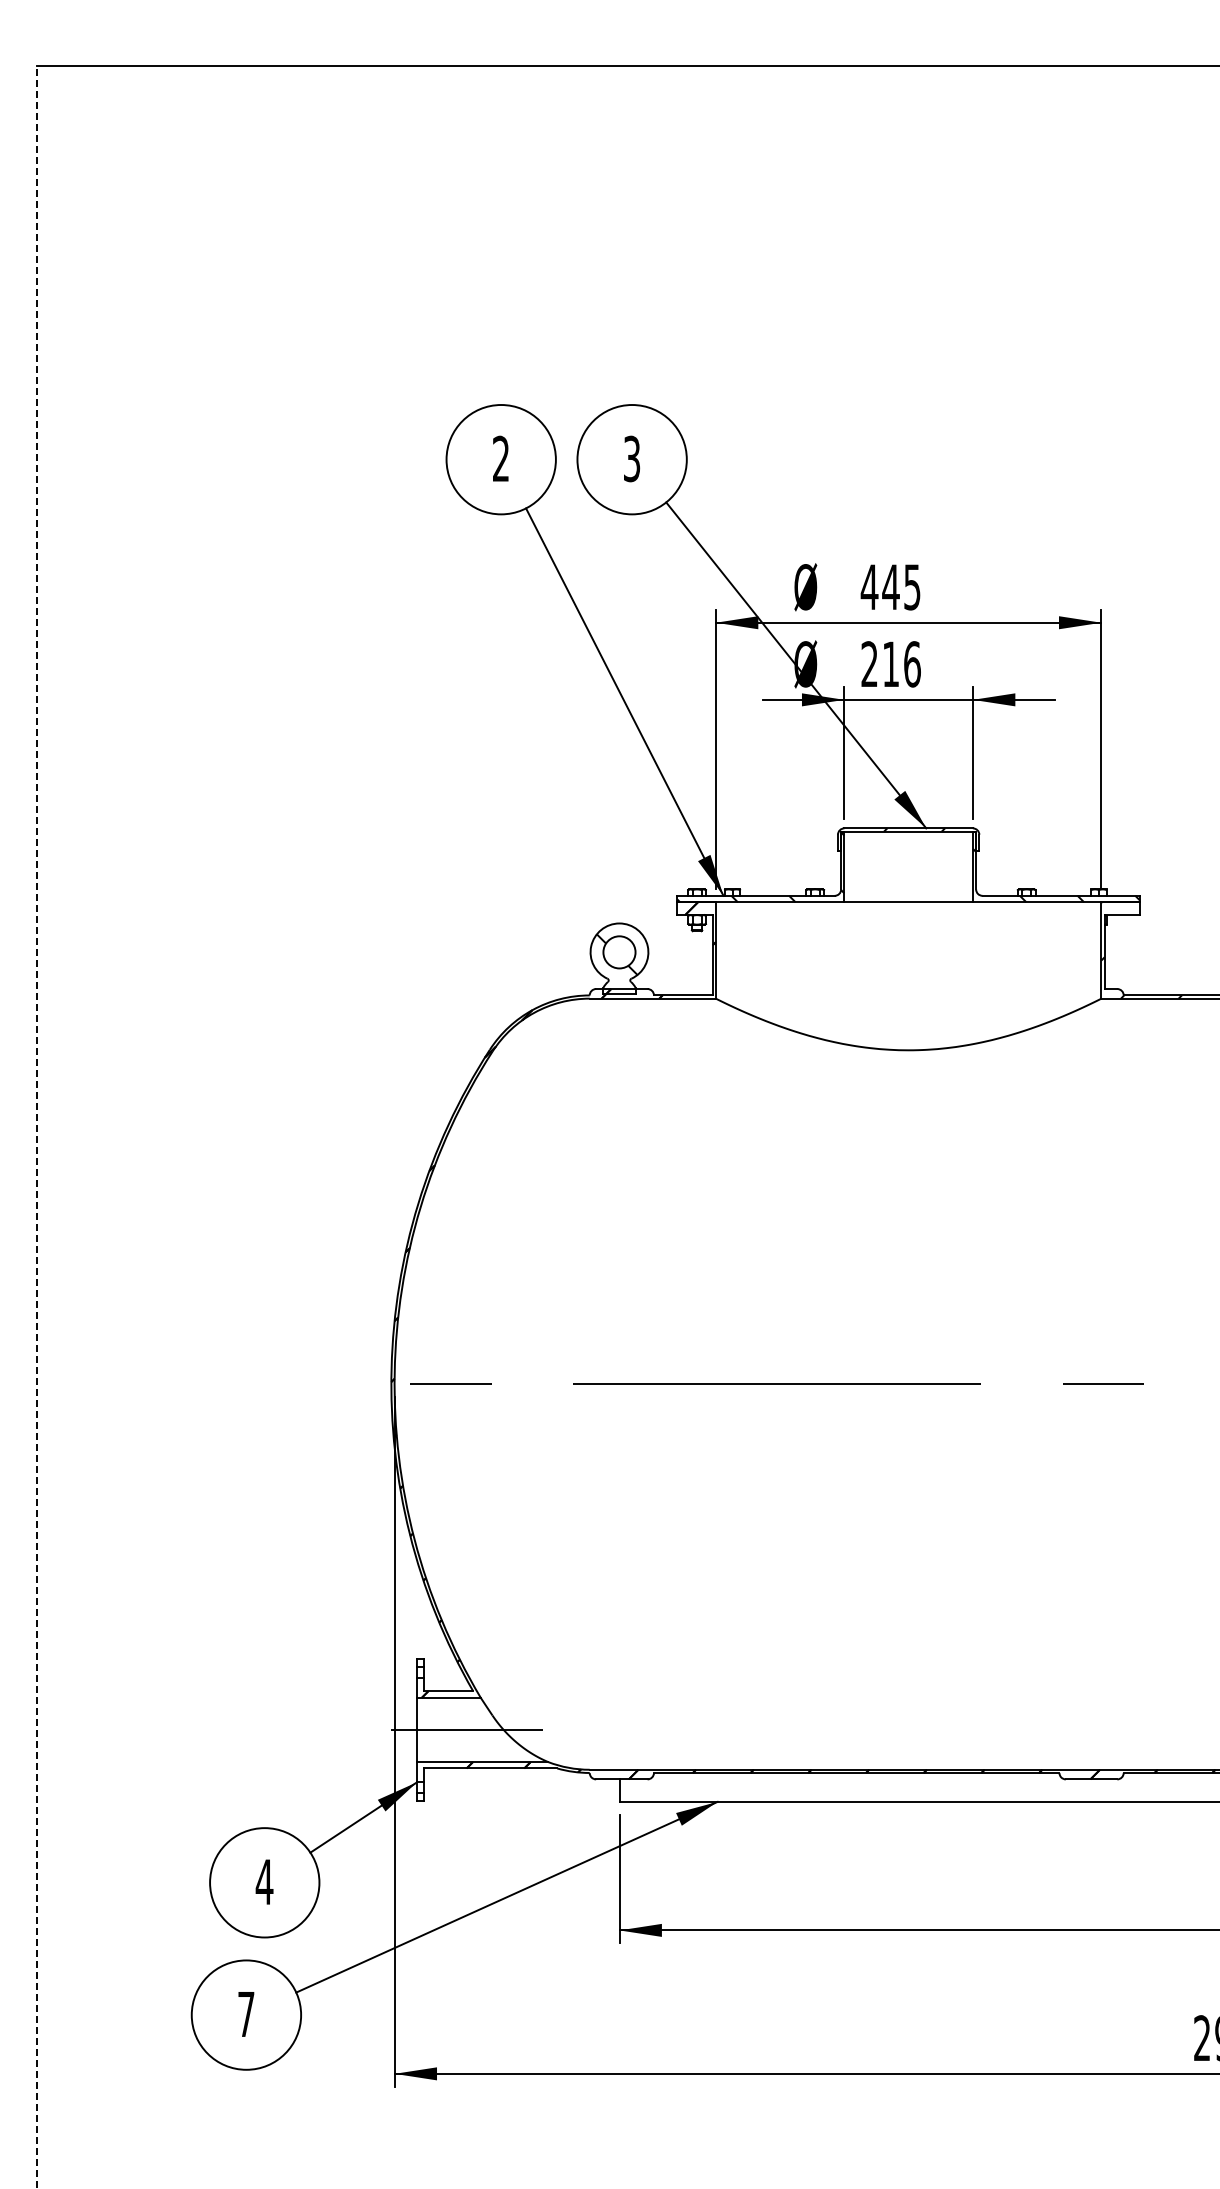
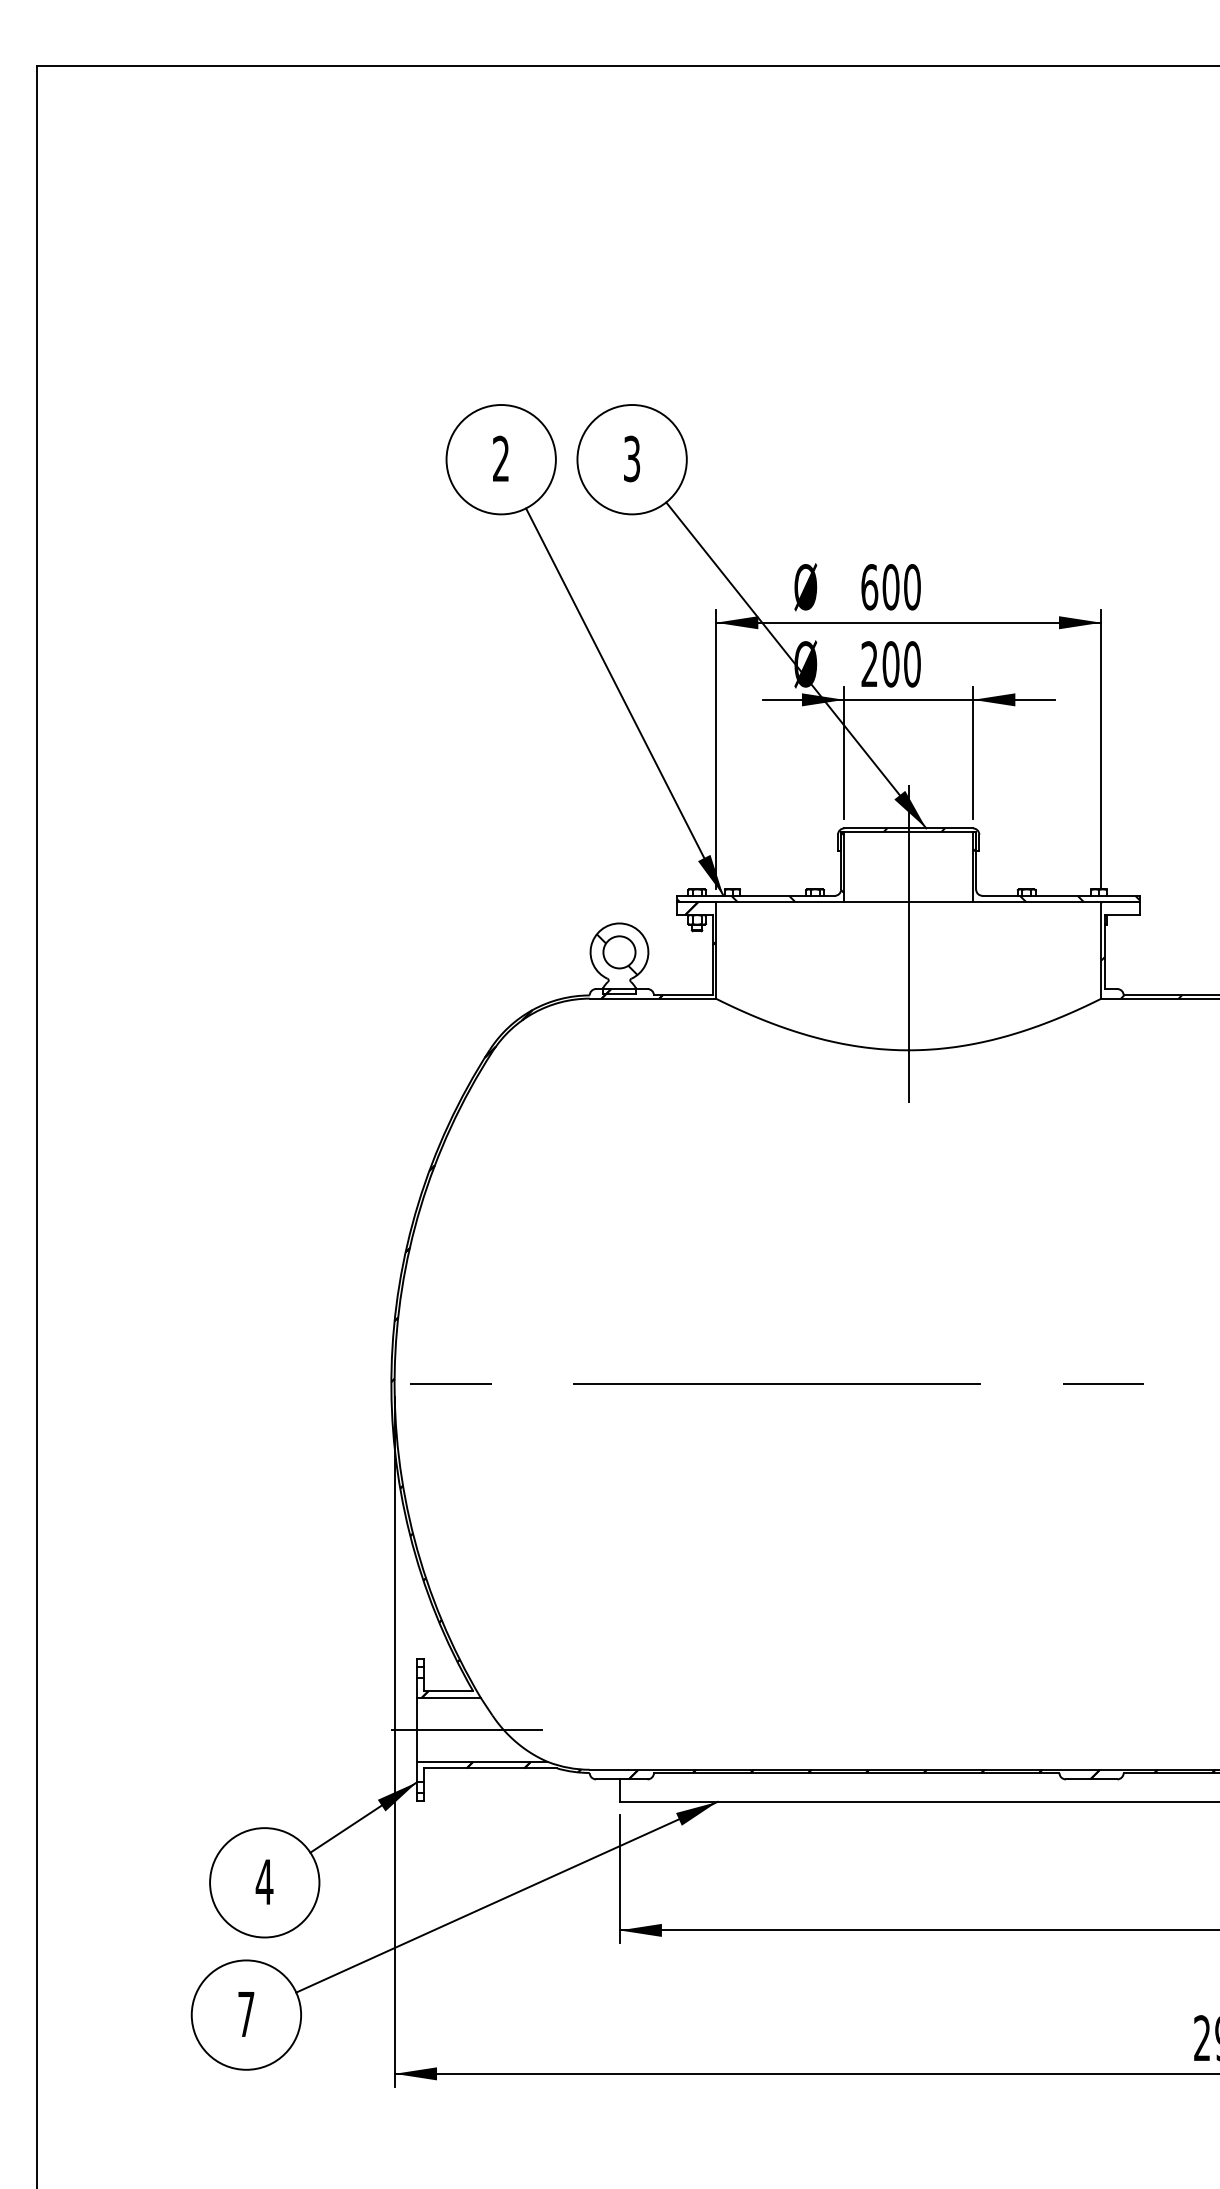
text at (890, 587): 445 -> 600
text at (901, 664): 216 -> 200
line at (908, 944): none -> present
line at (36, 1126): dashed -> solid
